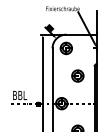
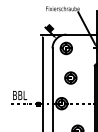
part at (77, 75) position: (77, 75) -> (70, 77)
